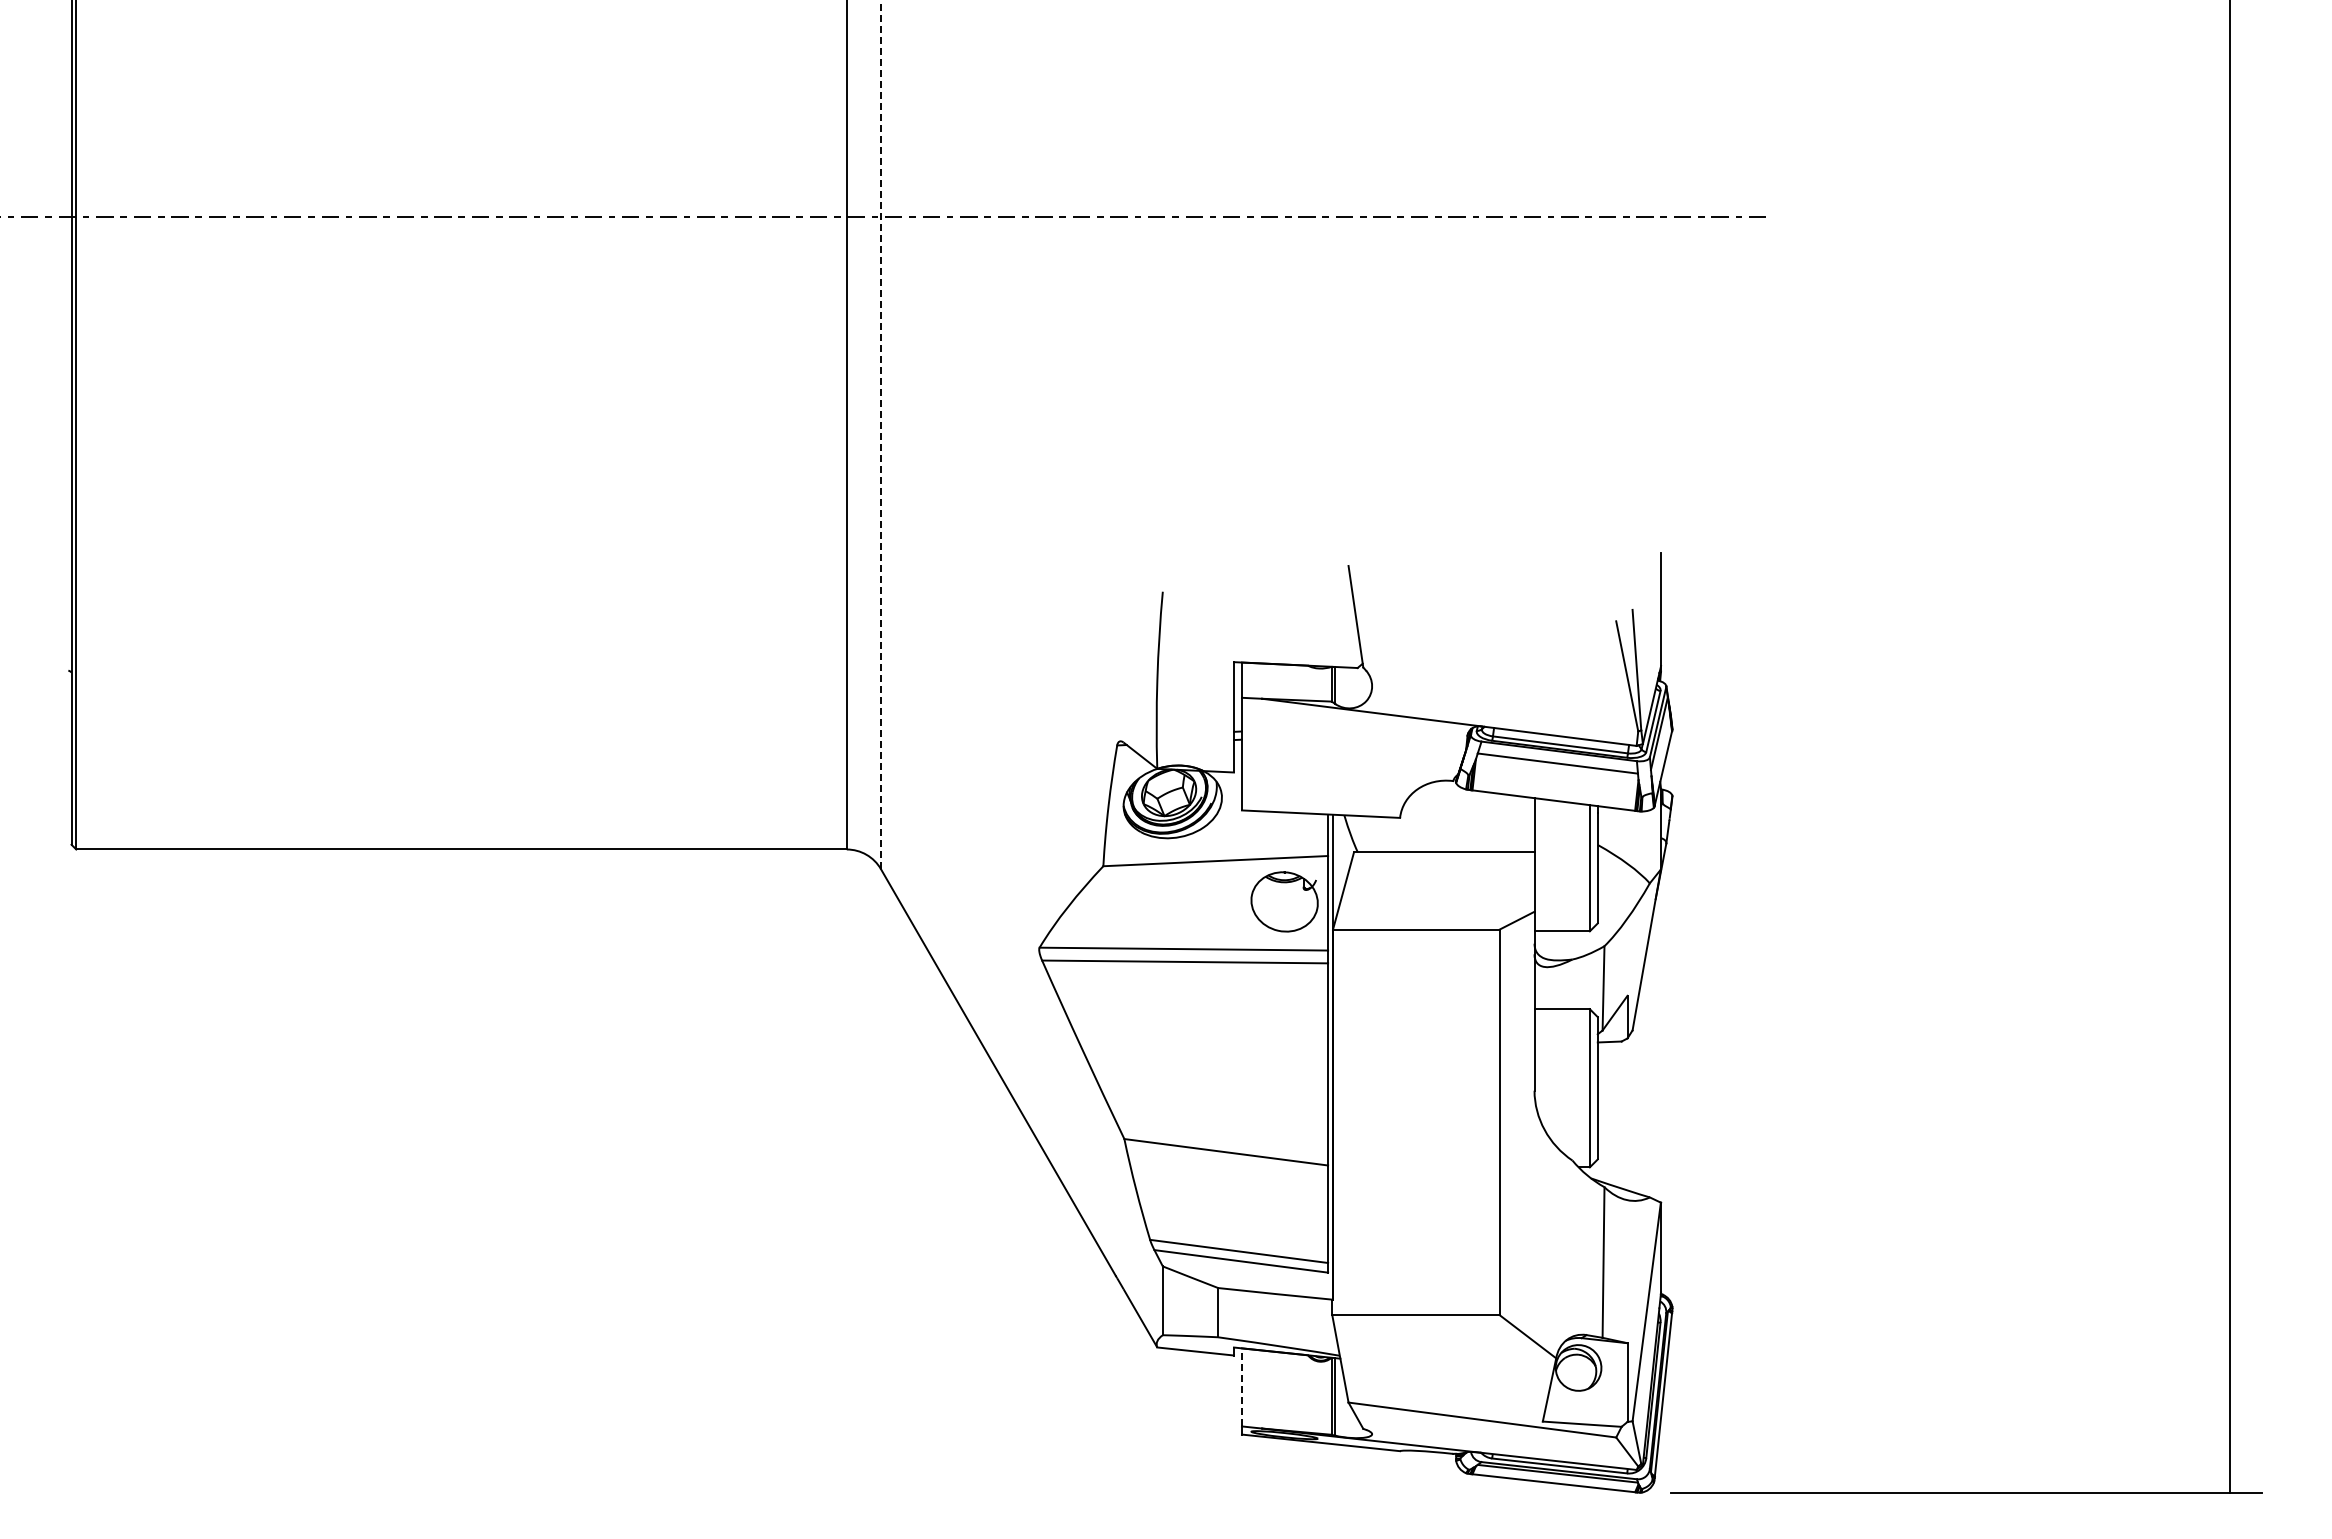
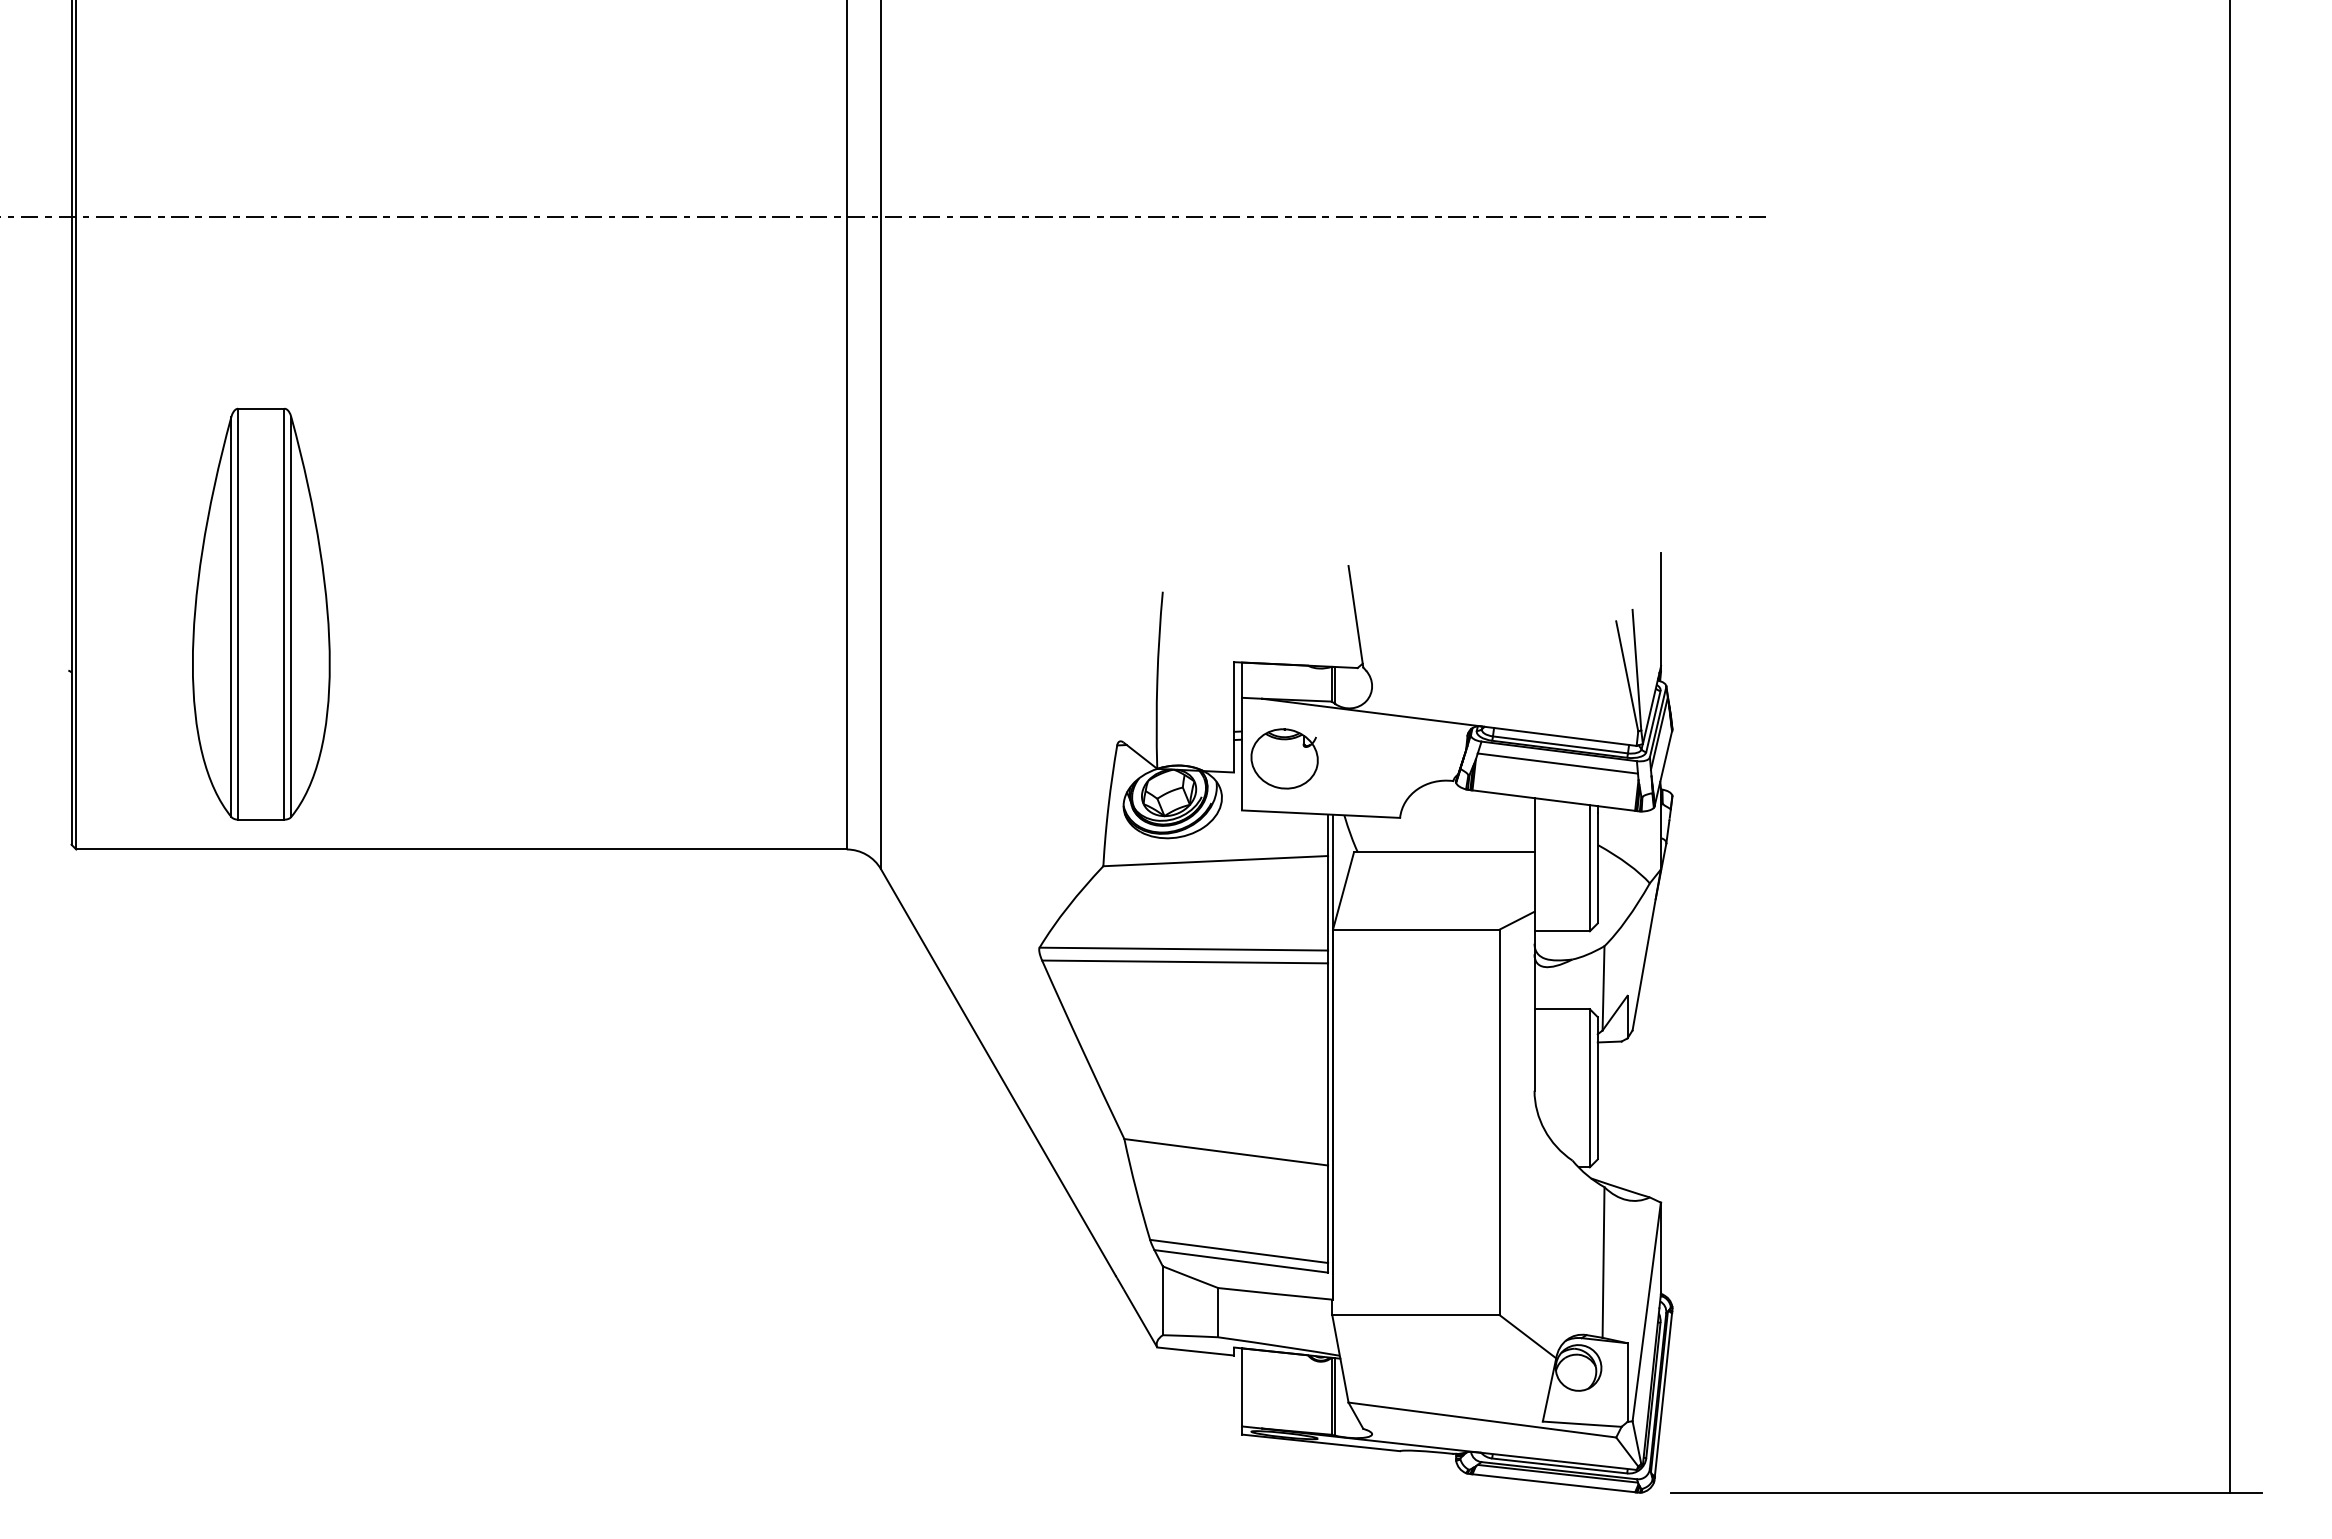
line at (881, 435): dashed -> solid
part at (261, 613): none -> present
part at (1284, 901) position: (1284, 901) -> (1284, 758)
line at (1241, 1386): dashed -> solid
